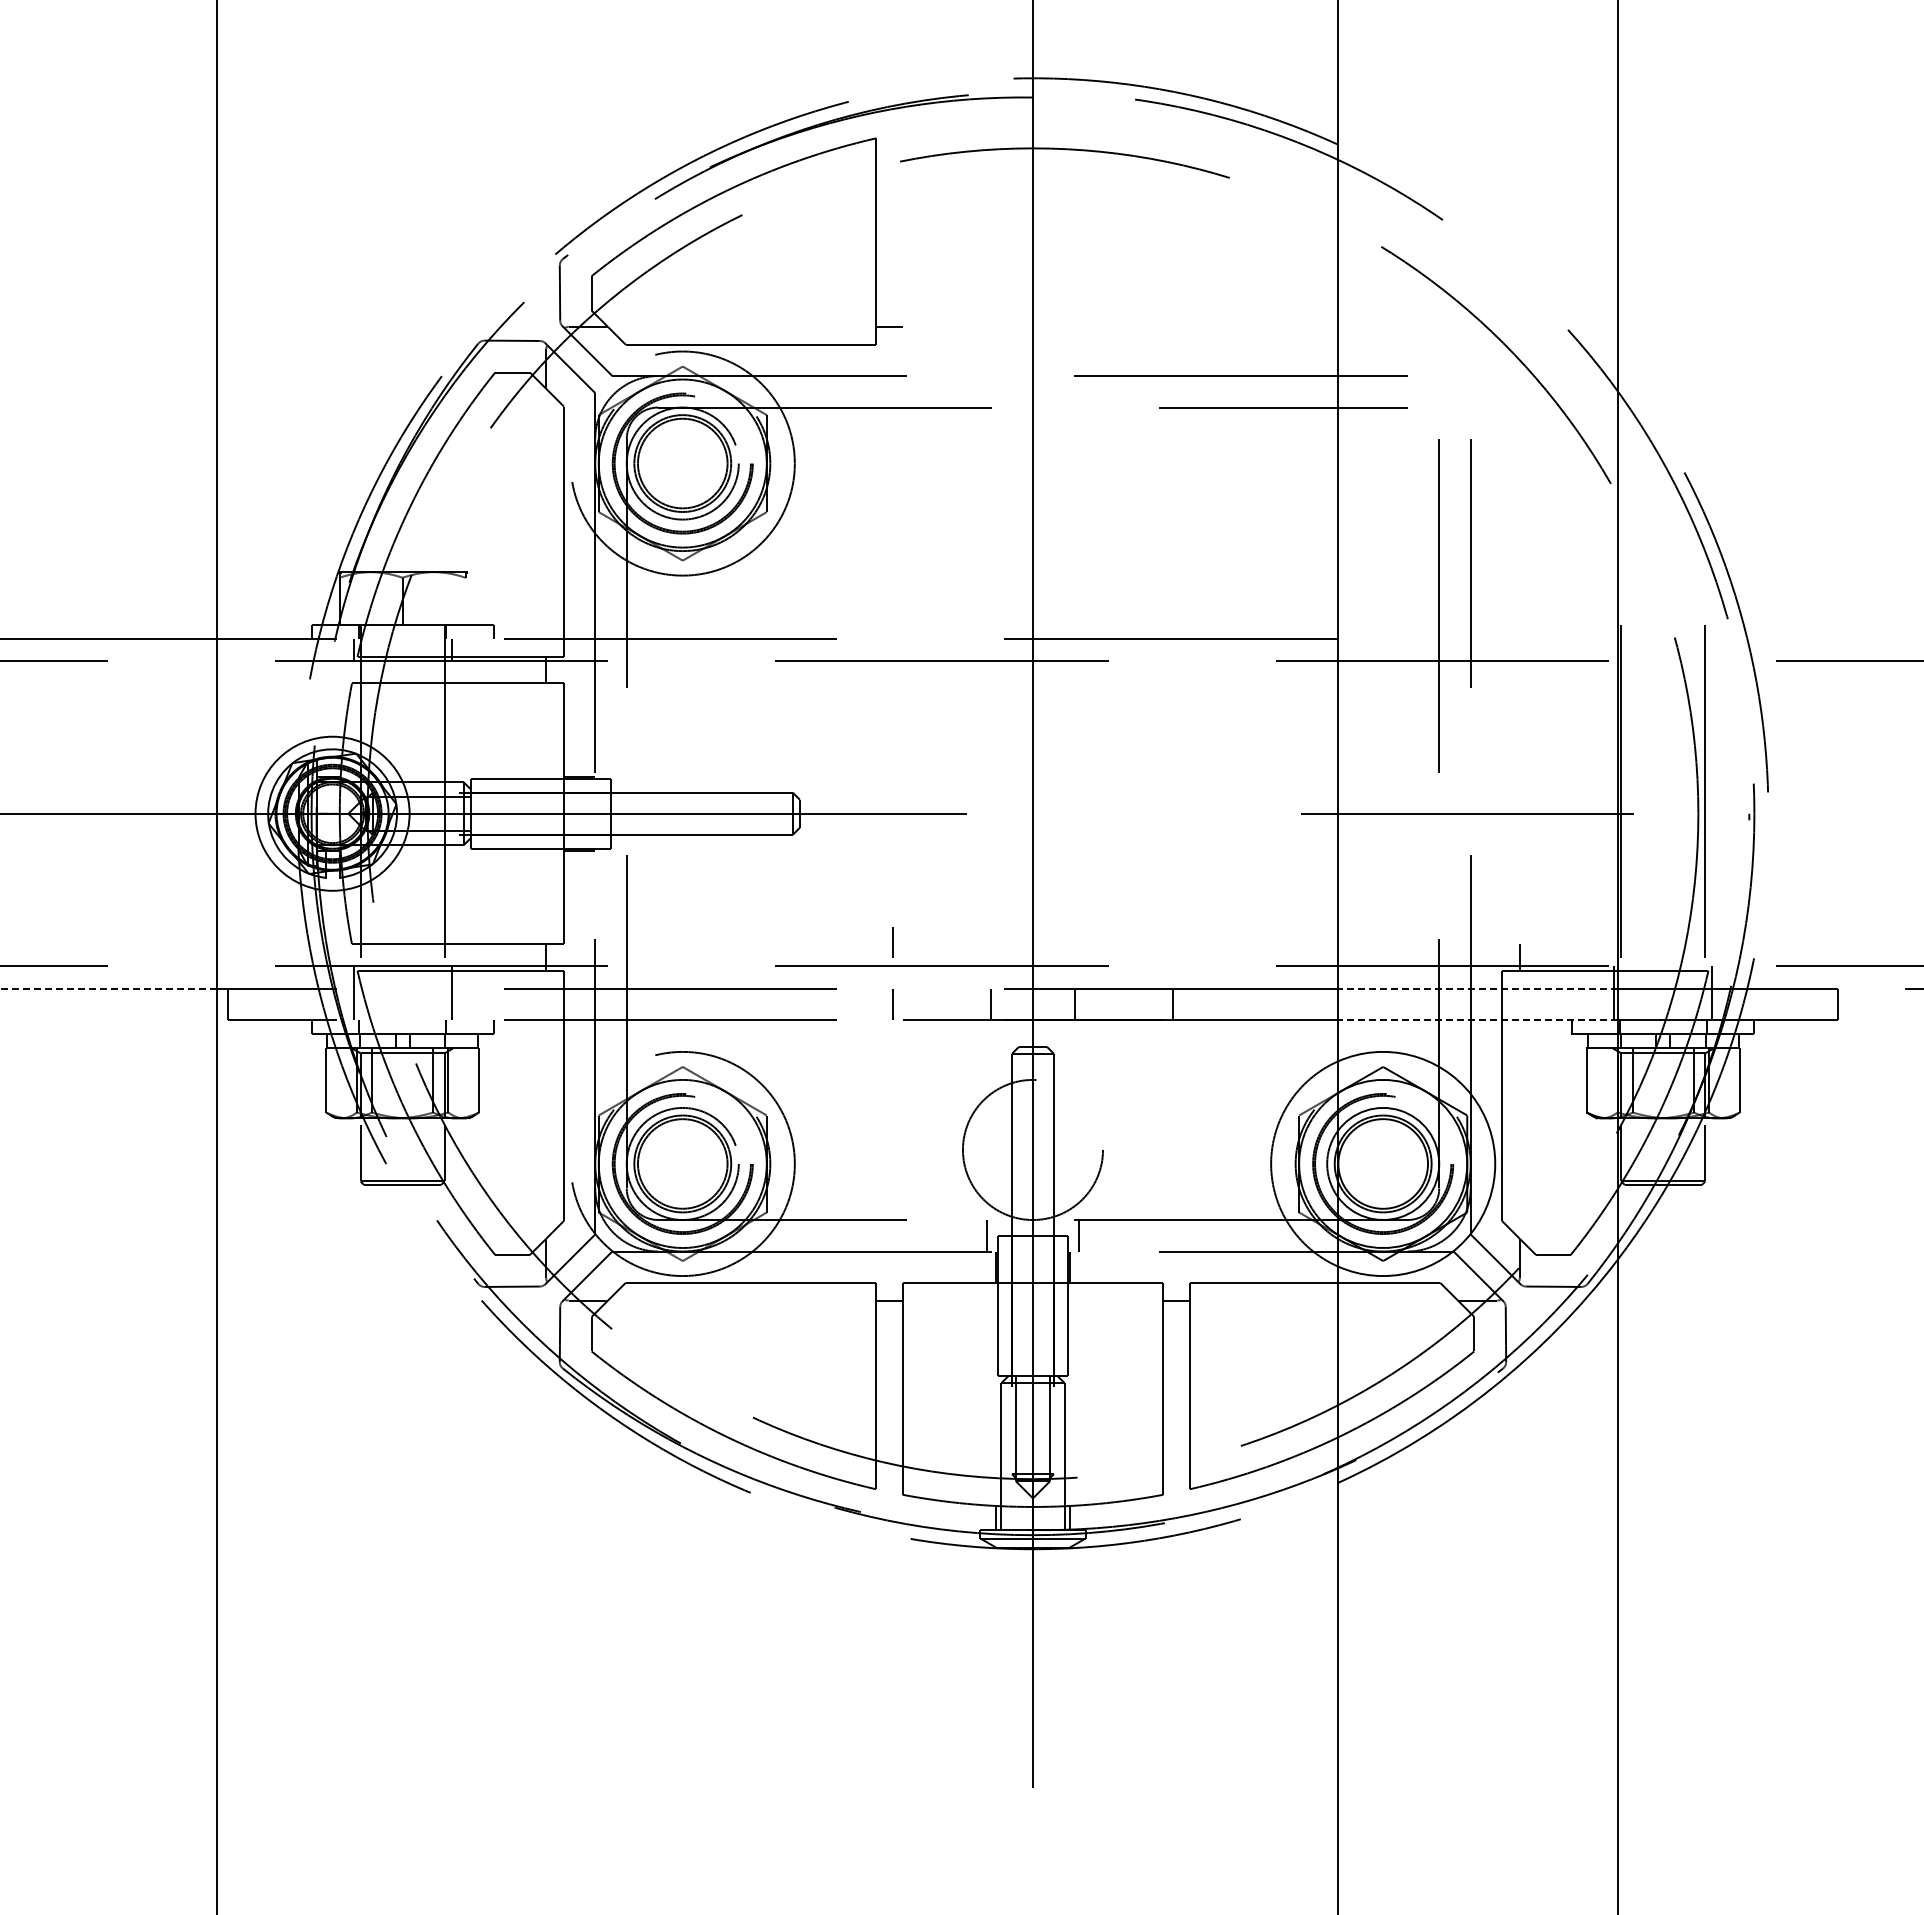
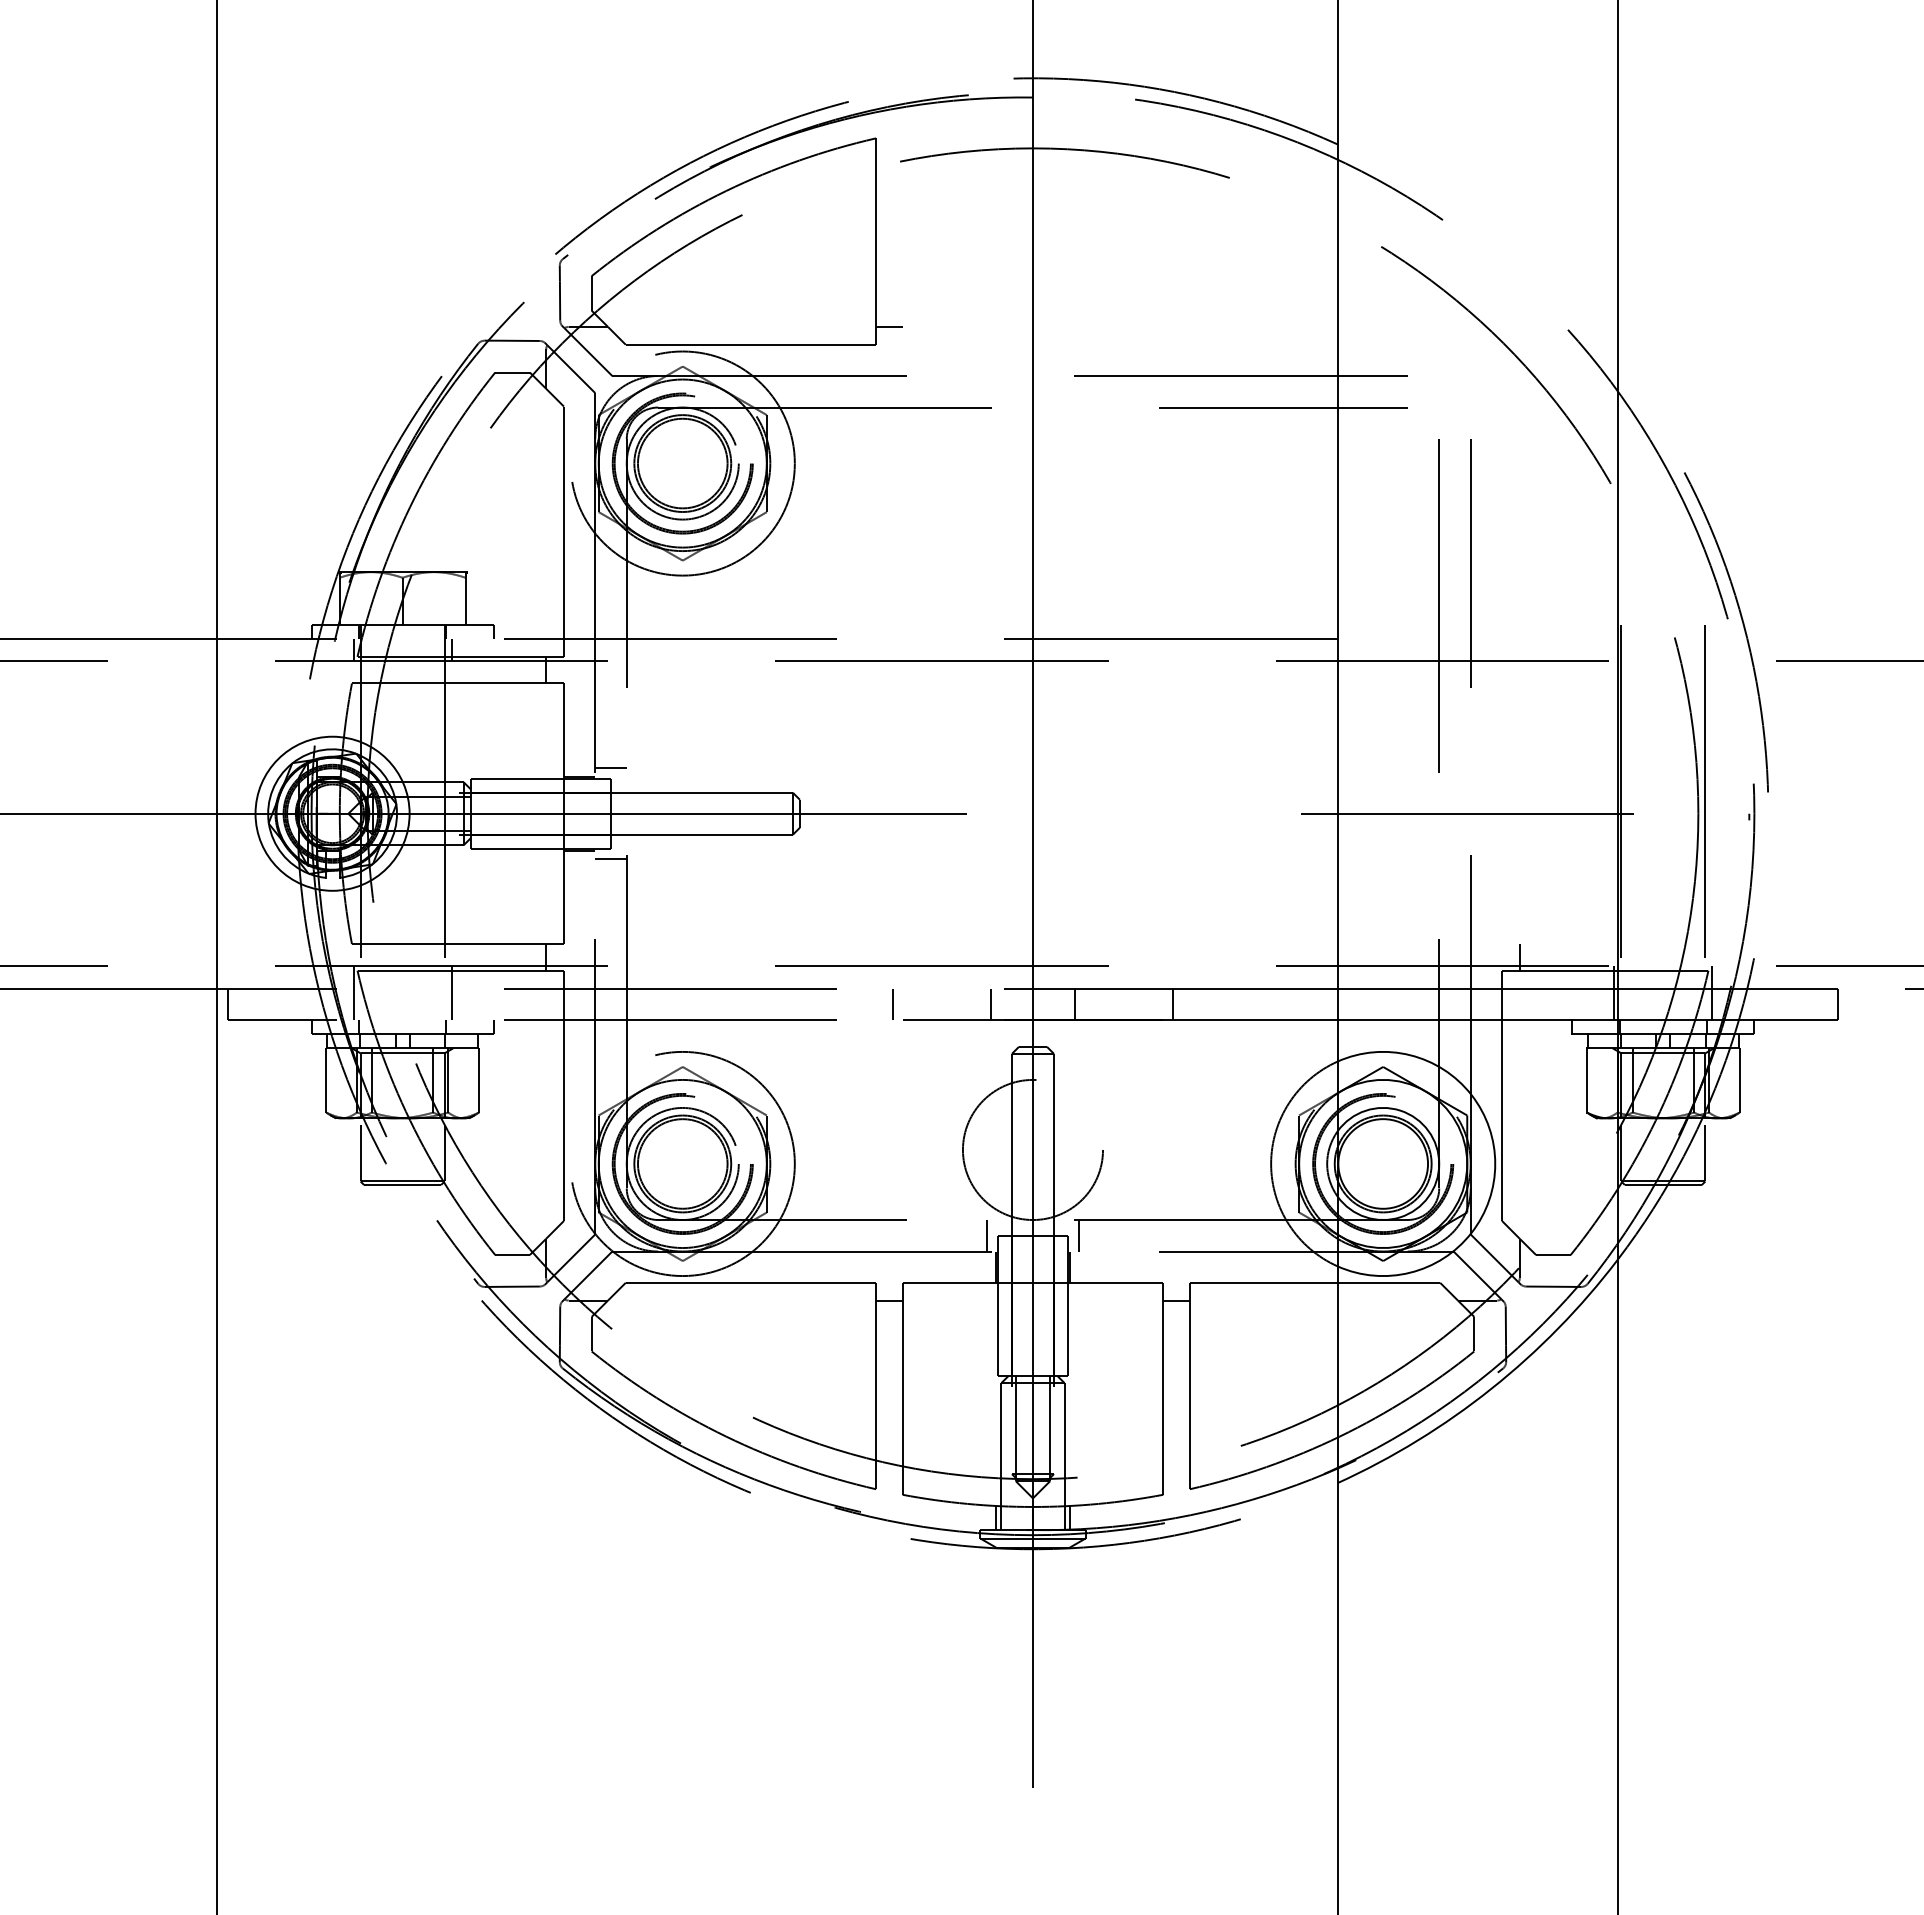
line at (465, 600): none -> present
line at (610, 768): none -> present
line at (610, 859): none -> present
line at (892, 942): present -> none
line at (108, 988): dashed -> solid
line at (1477, 988): dashed -> solid
line at (1477, 1020): dashed -> solid
